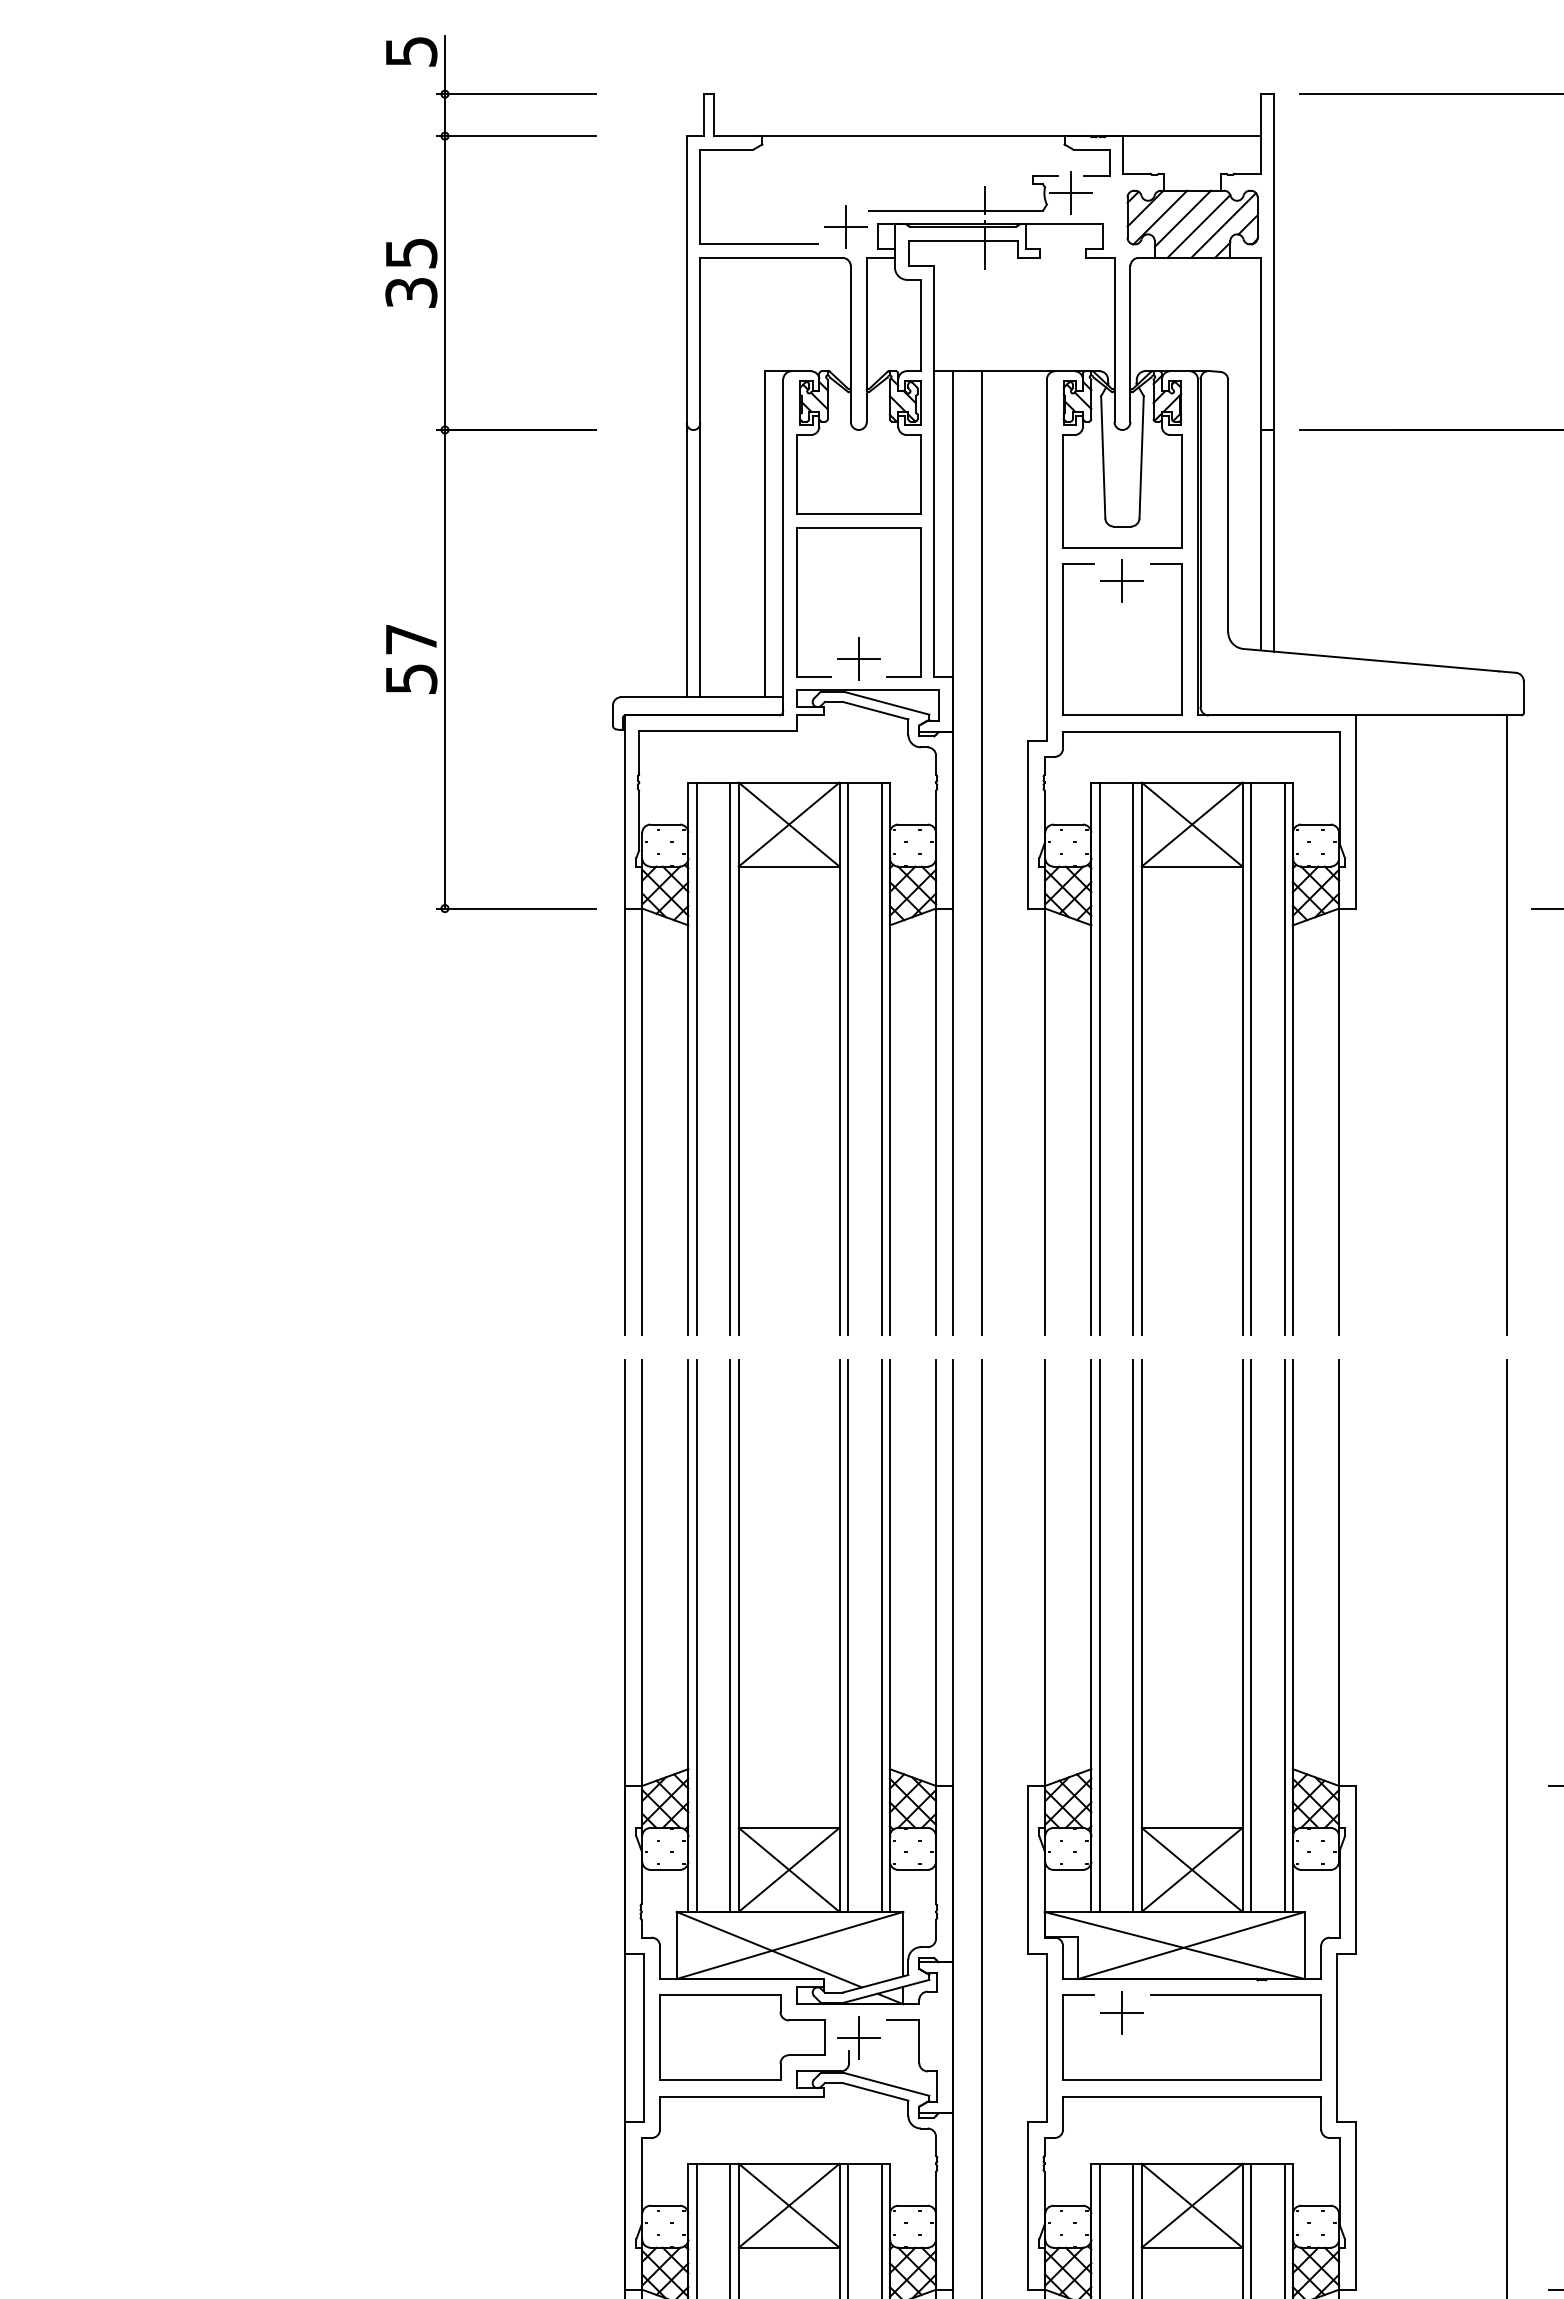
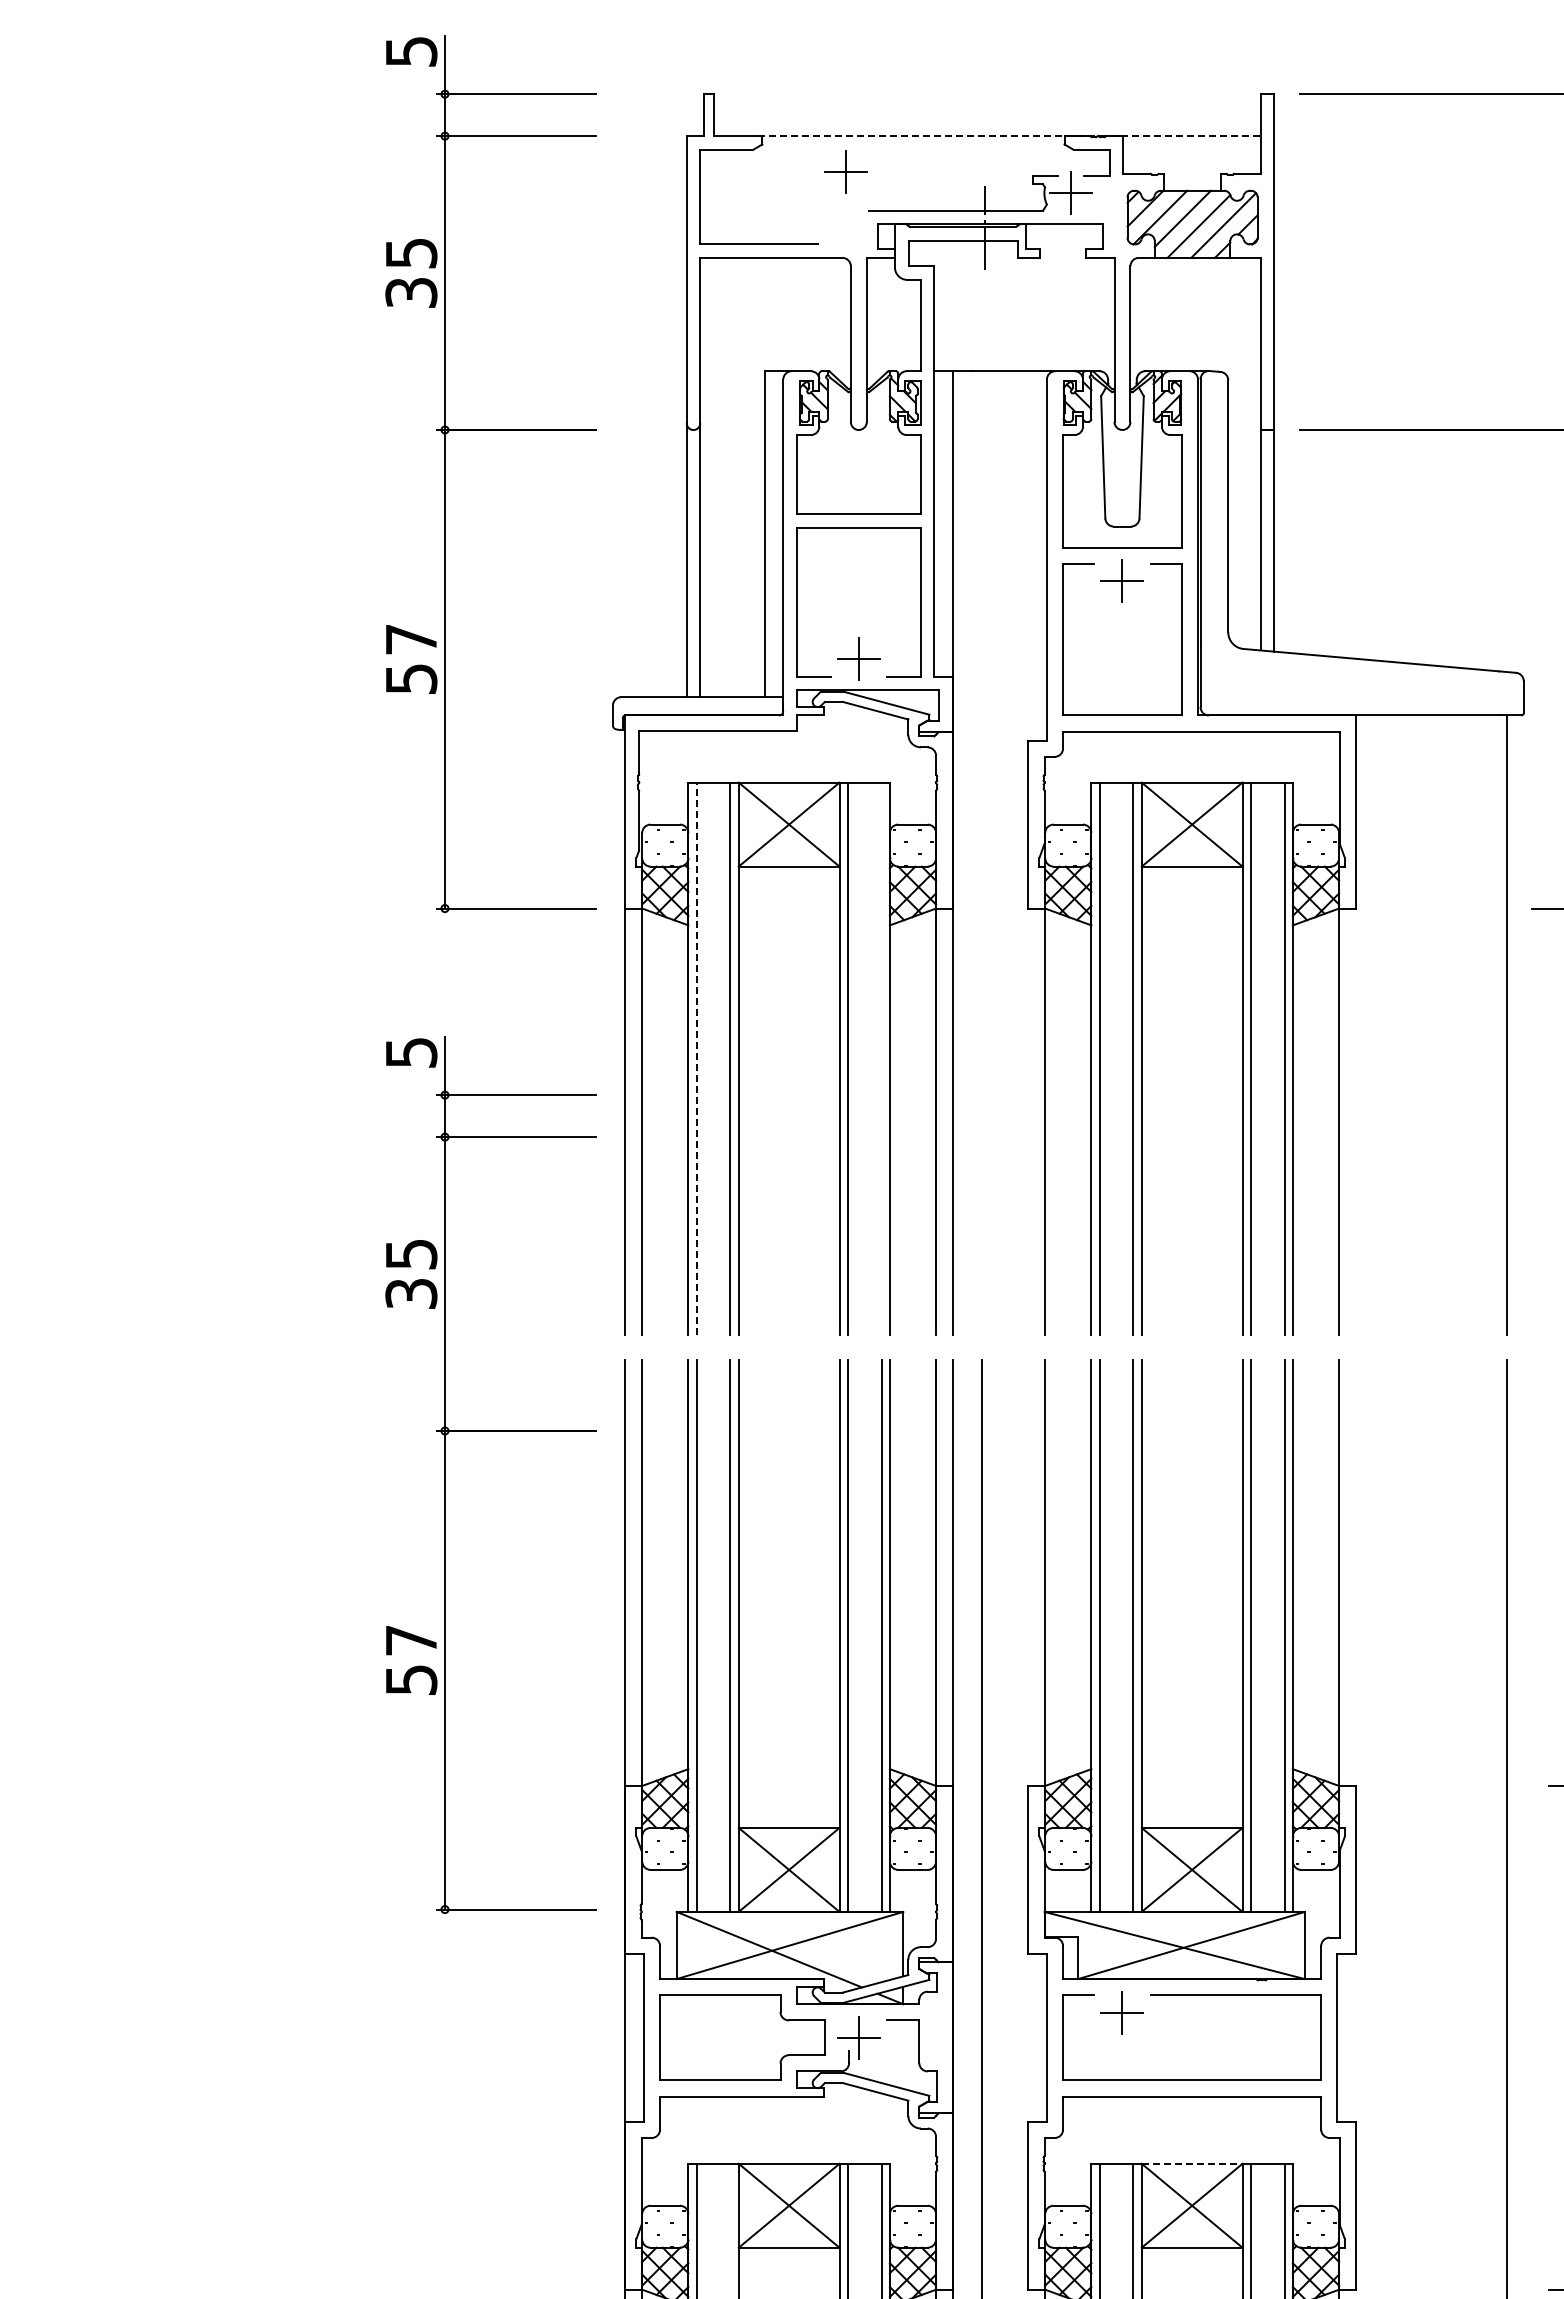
line at (1009, 136): solid -> dashed
part at (845, 226) position: (845, 226) -> (845, 171)
line at (982, 852): present -> none
line at (696, 1058): solid -> dashed
line at (881, 1058): present -> none
part at (490, 1431): none -> present
line at (1192, 2163): solid -> dashed
line at (730, 2229): present -> none
